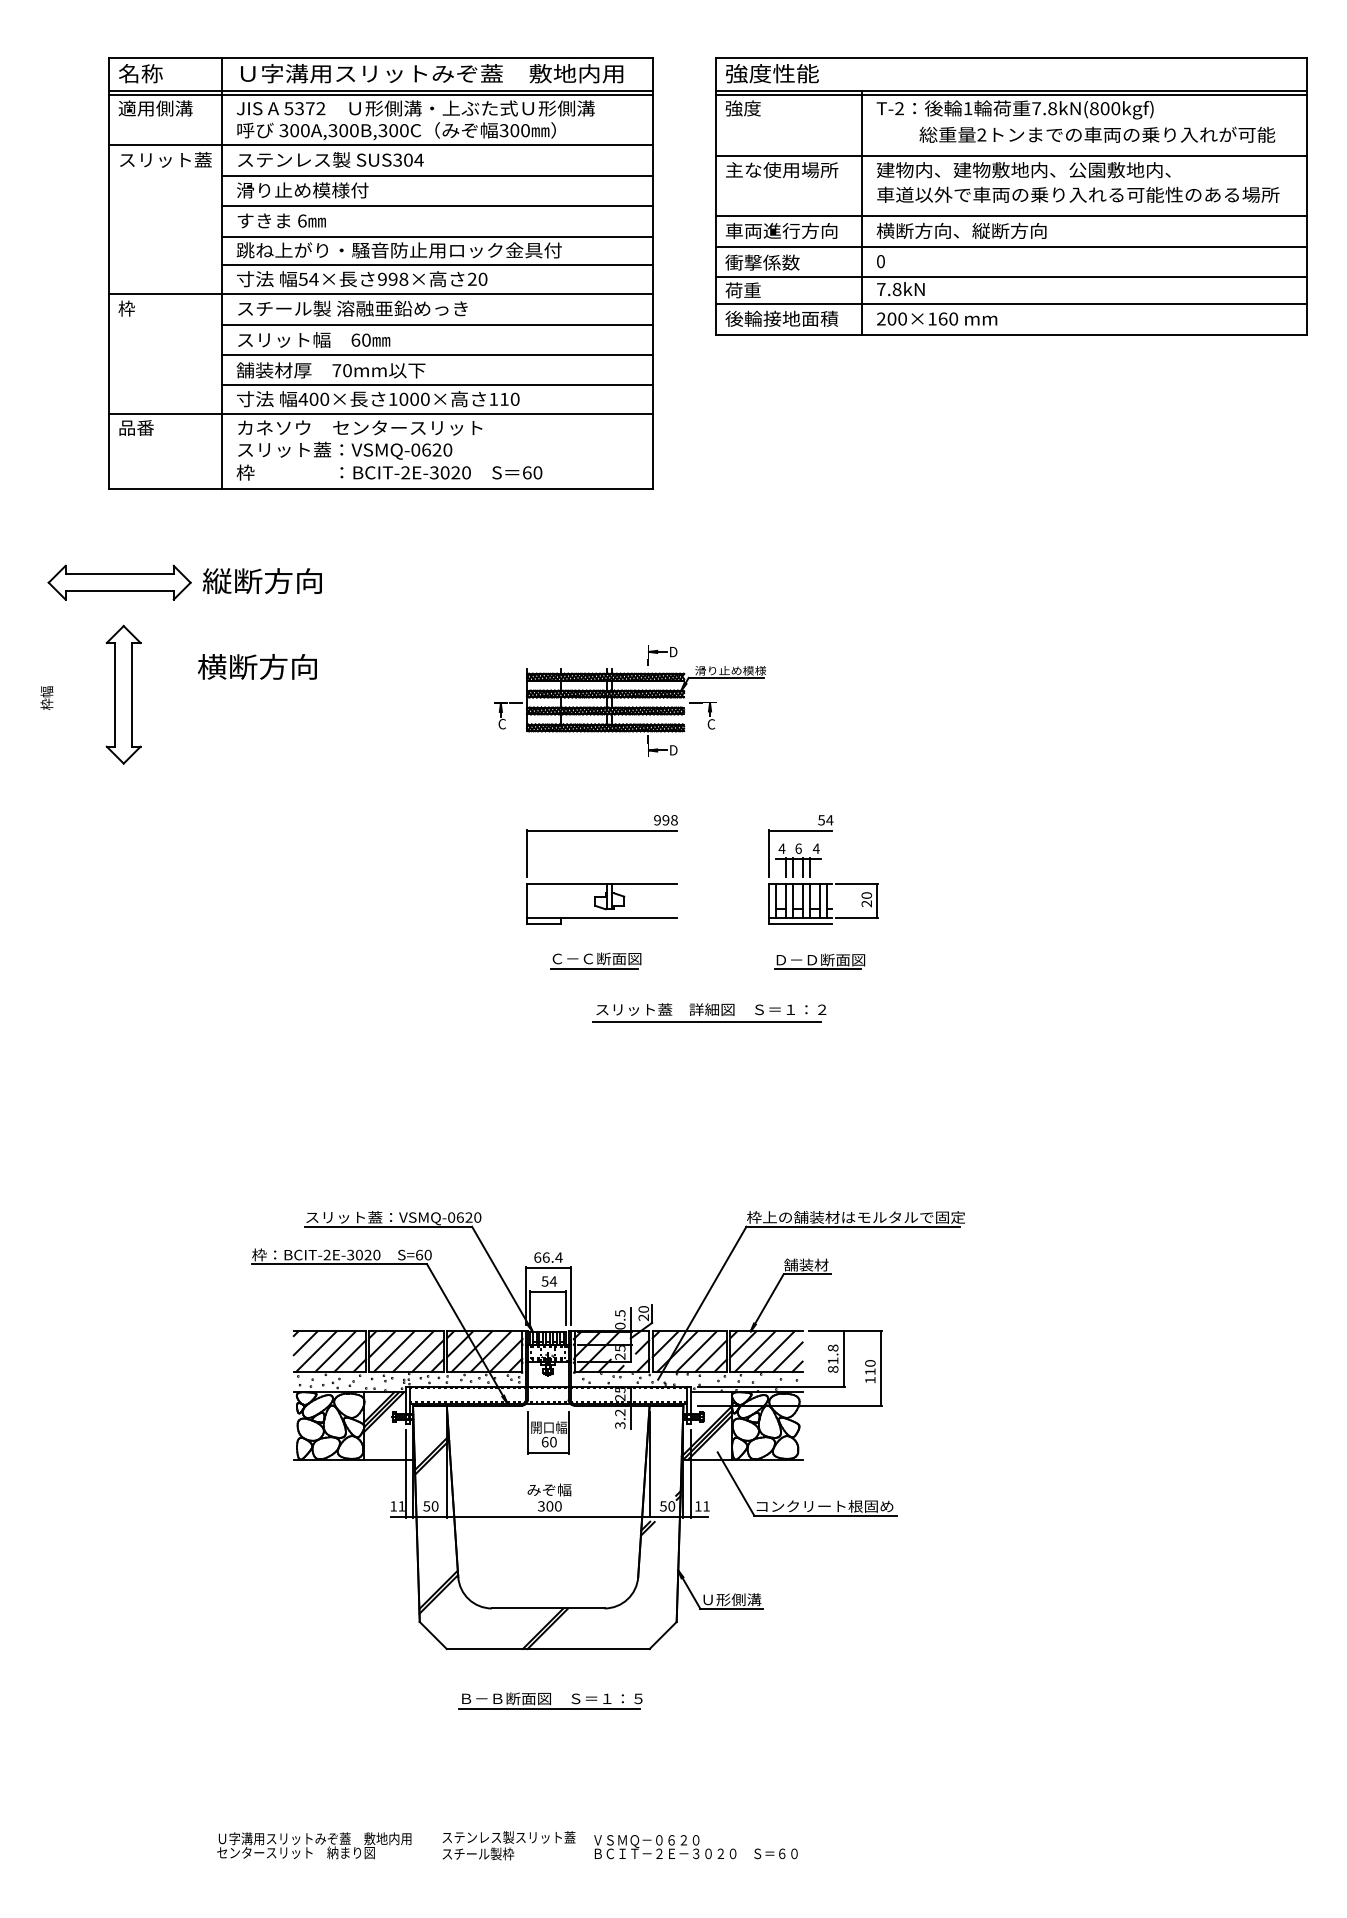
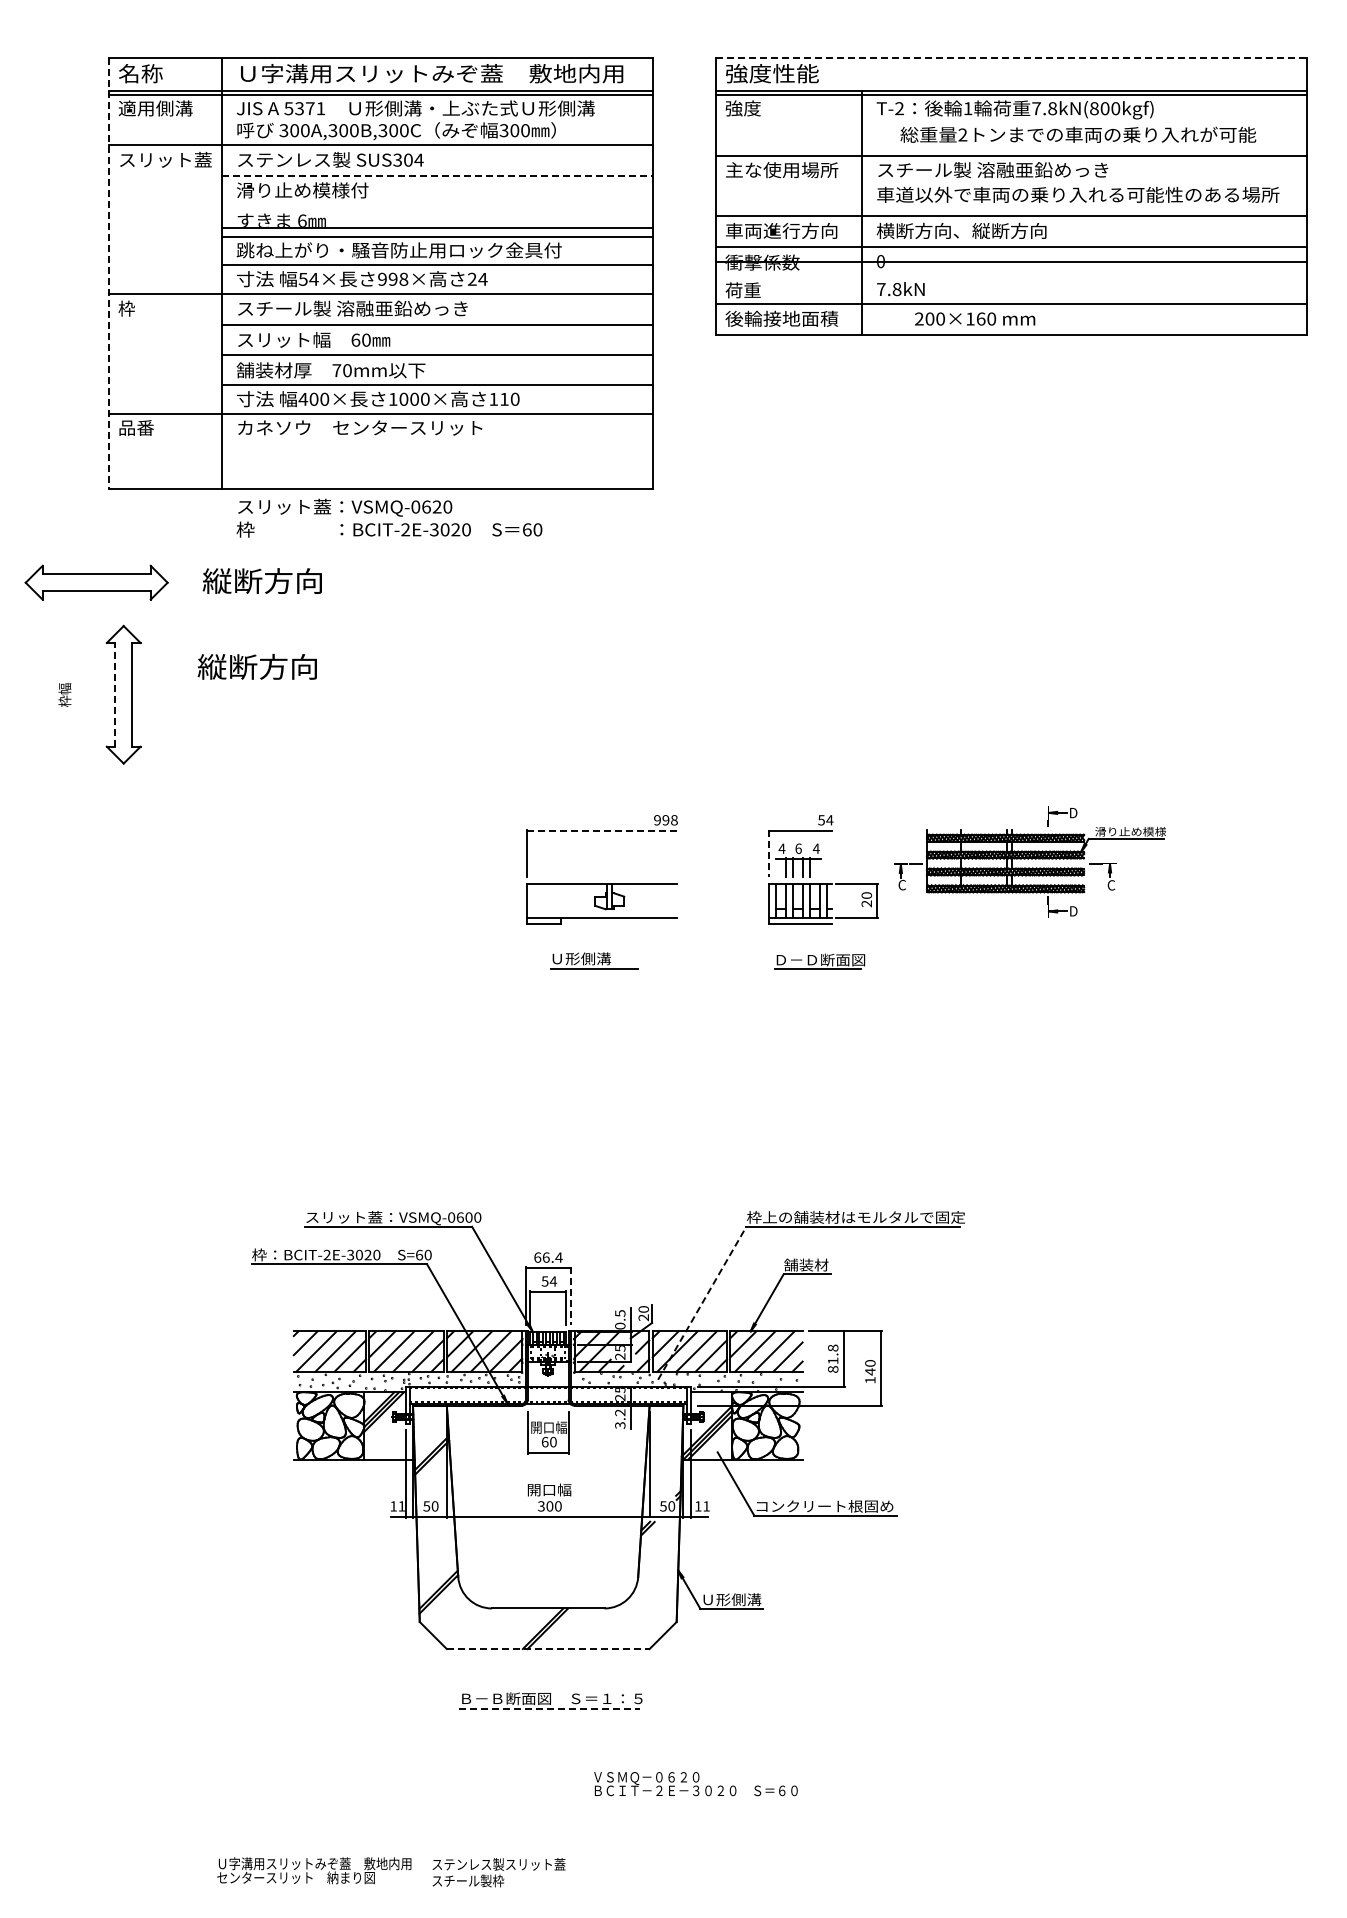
line at (1011, 57): solid -> dashed
text at (320, 108): 5372 -> 5371
text at (1097, 134) position: (1097, 134) -> (1078, 134)
text at (1023, 170): 建物内、建物敷地内、公園敷地内、 -> スチール製 溶融亜鉛めっき
line at (437, 175): solid -> dashed
line at (437, 206) position: (437, 206) -> (437, 228)
line at (108, 273): solid -> dashed
line at (1010, 277) position: (1010, 277) -> (1010, 262)
text at (482, 278): 20 -> 24
text at (937, 318) position: (937, 318) -> (975, 318)
text at (389, 460) position: (389, 460) -> (389, 517)
part at (119, 582) position: (119, 582) -> (96, 582)
text at (211, 666): 横断方向 -> 縦断方向
line at (115, 694): solid -> dashed
text at (46, 697) position: (46, 697) -> (64, 694)
part at (629, 700) position: (629, 700) -> (1029, 861)
line at (601, 830): solid -> dashed
line at (769, 853): solid -> dashed
text at (596, 958): Ｃ－Ｃ断面図 -> Ｕ形側溝
part at (709, 1012): present -> none
text at (468, 1217): VSMQ-0620 -> VSMQ-0600
line at (570, 1295): solid -> dashed
line at (702, 1302): solid -> dashed
text at (870, 1371): 110 -> 140
text at (541, 1490): みぞ幅 -> 開口幅
line at (548, 1649): solid -> dashed
line at (550, 1708): solid -> dashed
text at (314, 1845) position: (314, 1845) -> (314, 1870)
text at (508, 1845) position: (508, 1845) -> (498, 1872)
text at (695, 1847) position: (695, 1847) -> (695, 1784)
